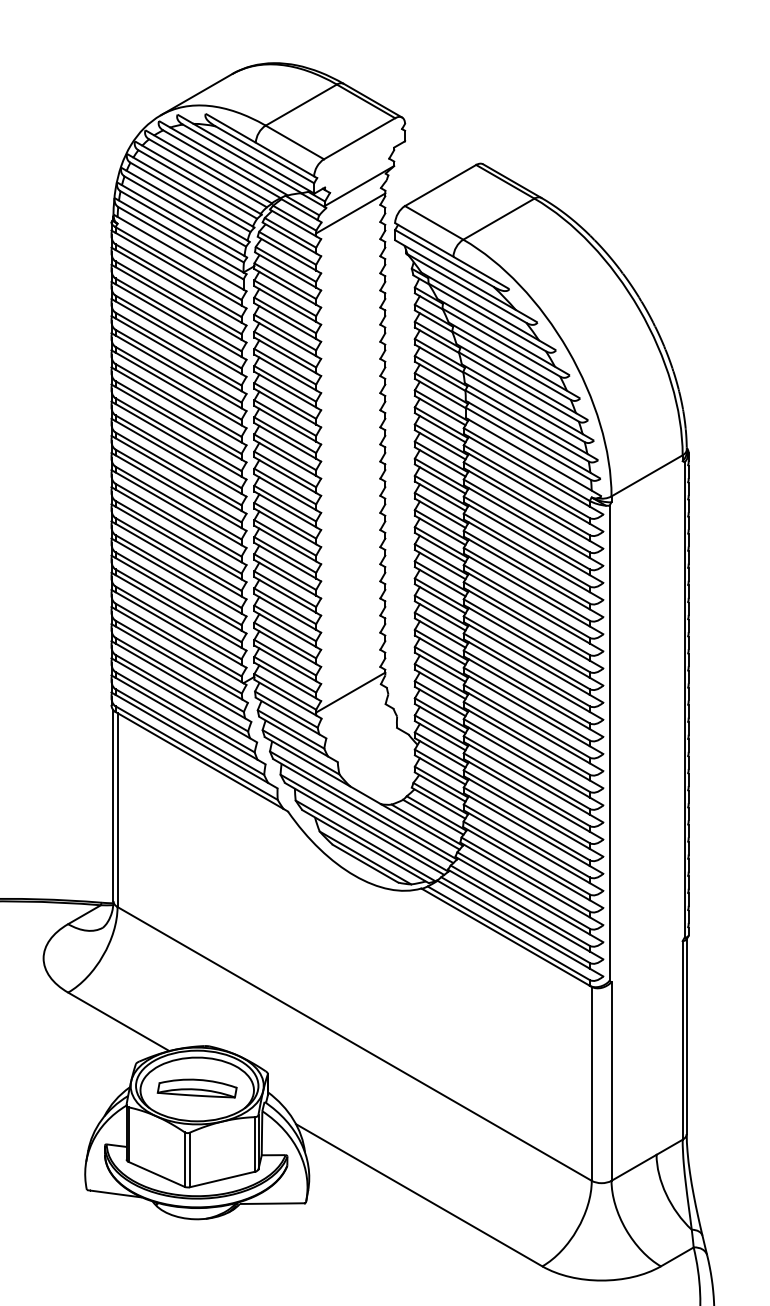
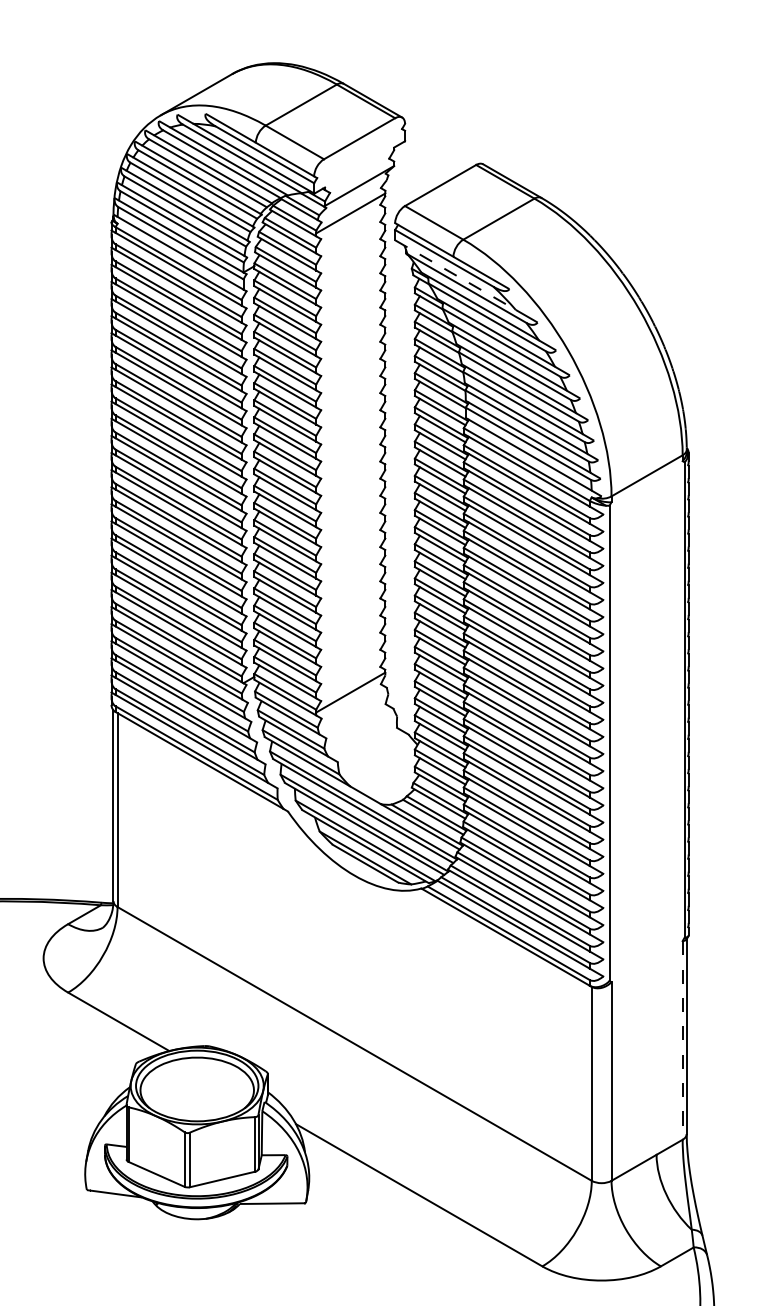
line at (455, 275): solid -> dashed
line at (682, 1040): solid -> dashed
part at (196, 1088): present -> none
